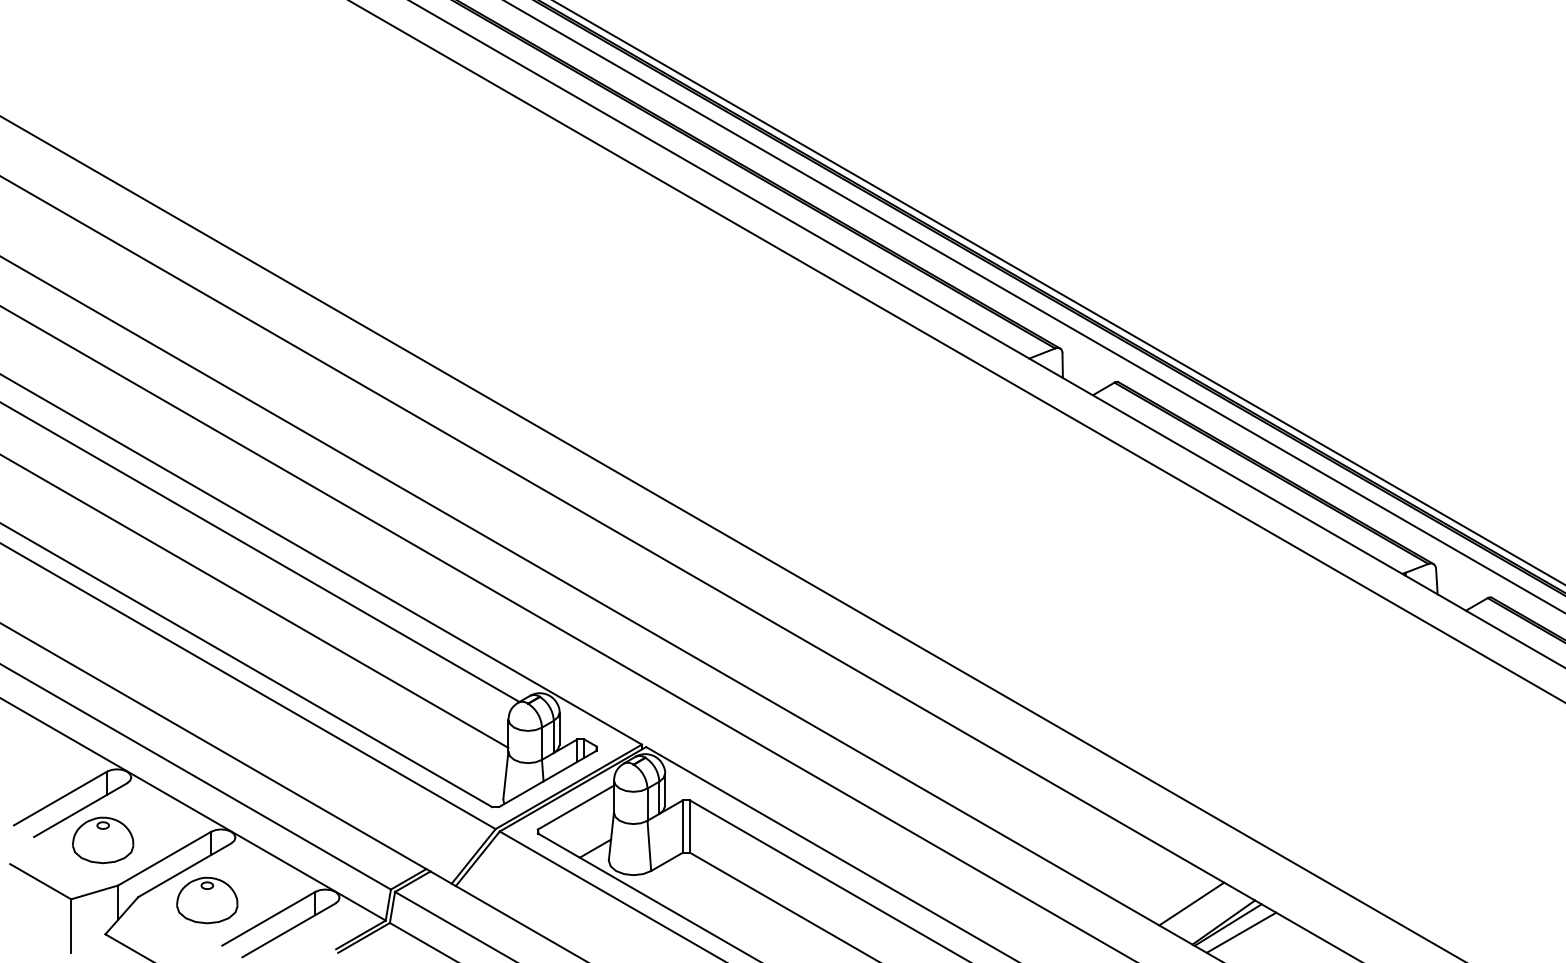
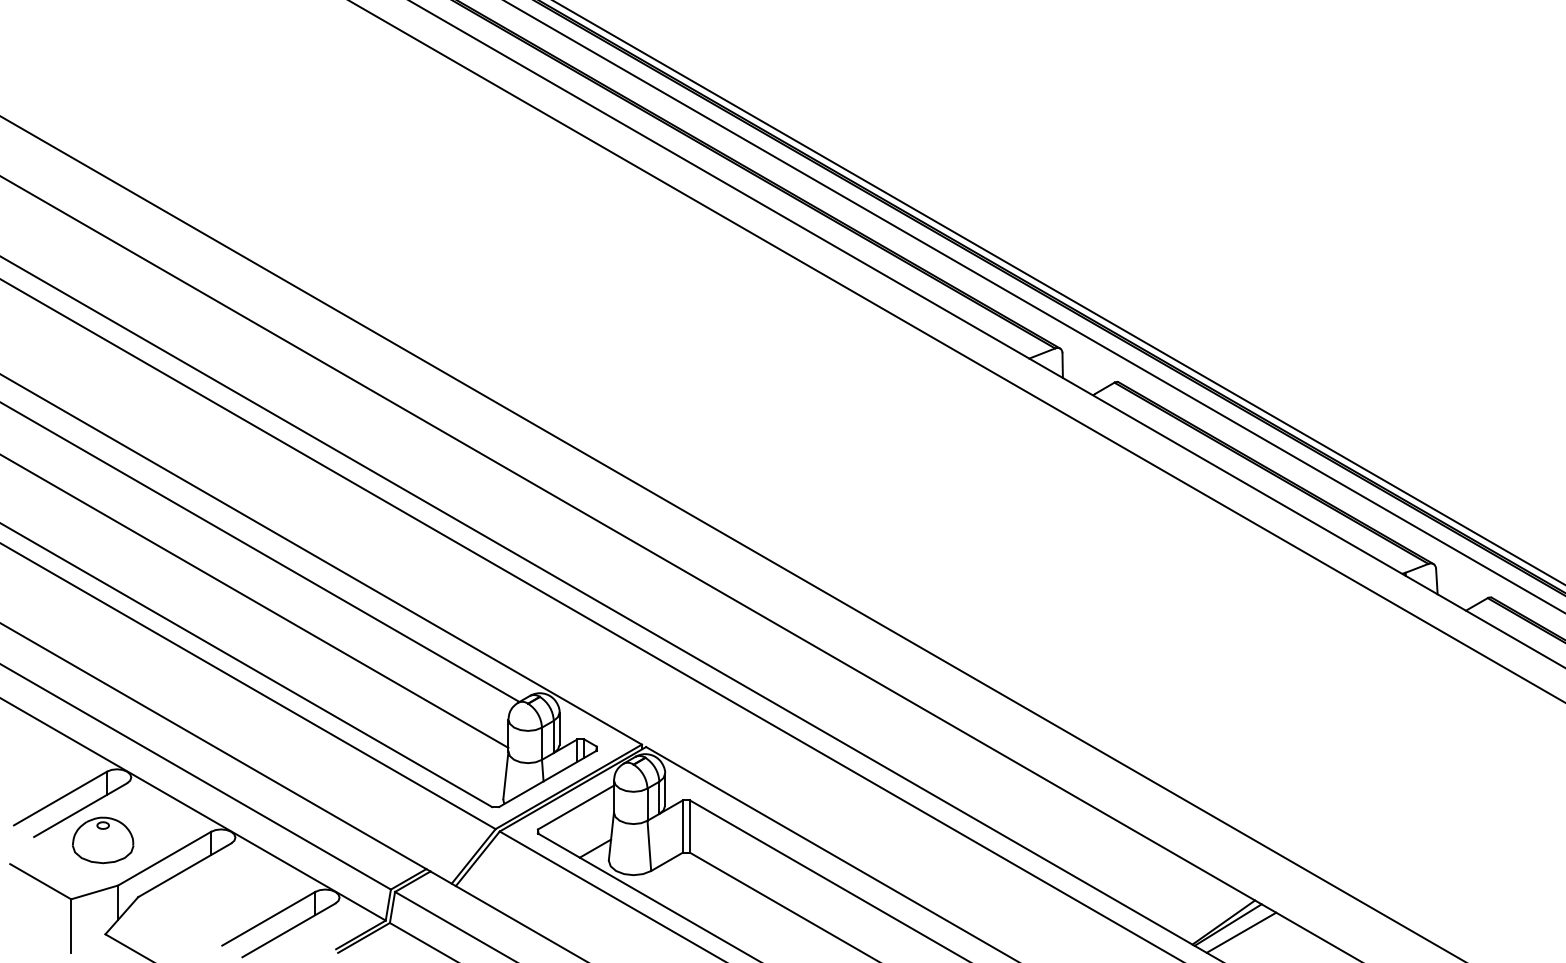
line at (567, 633) position: (567, 633) -> (590, 619)
part at (207, 900): present -> none
line at (1191, 903): present -> none
